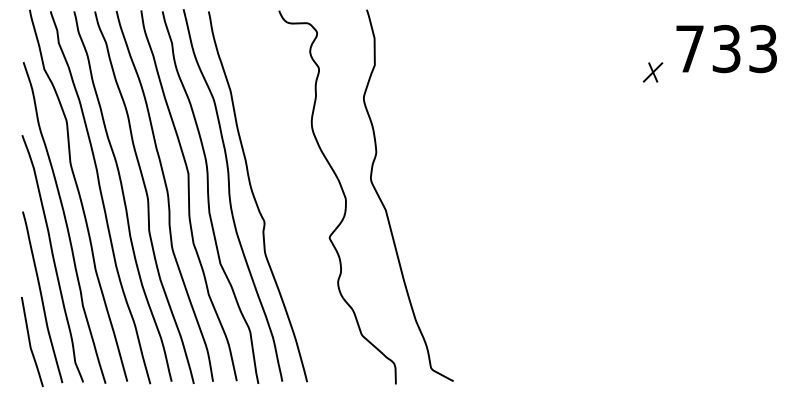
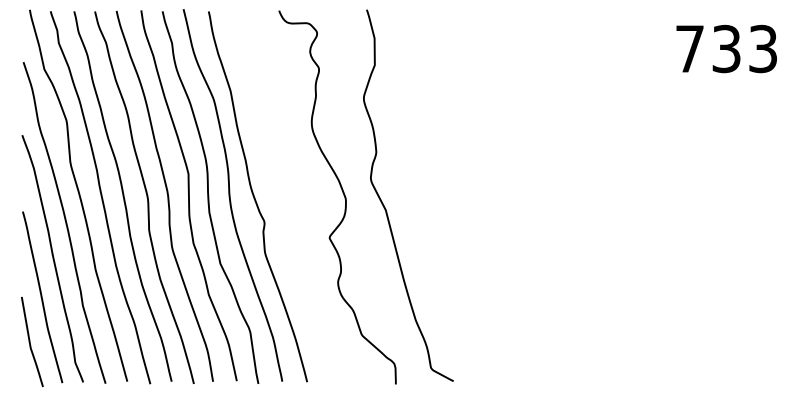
part at (652, 72): present -> none
